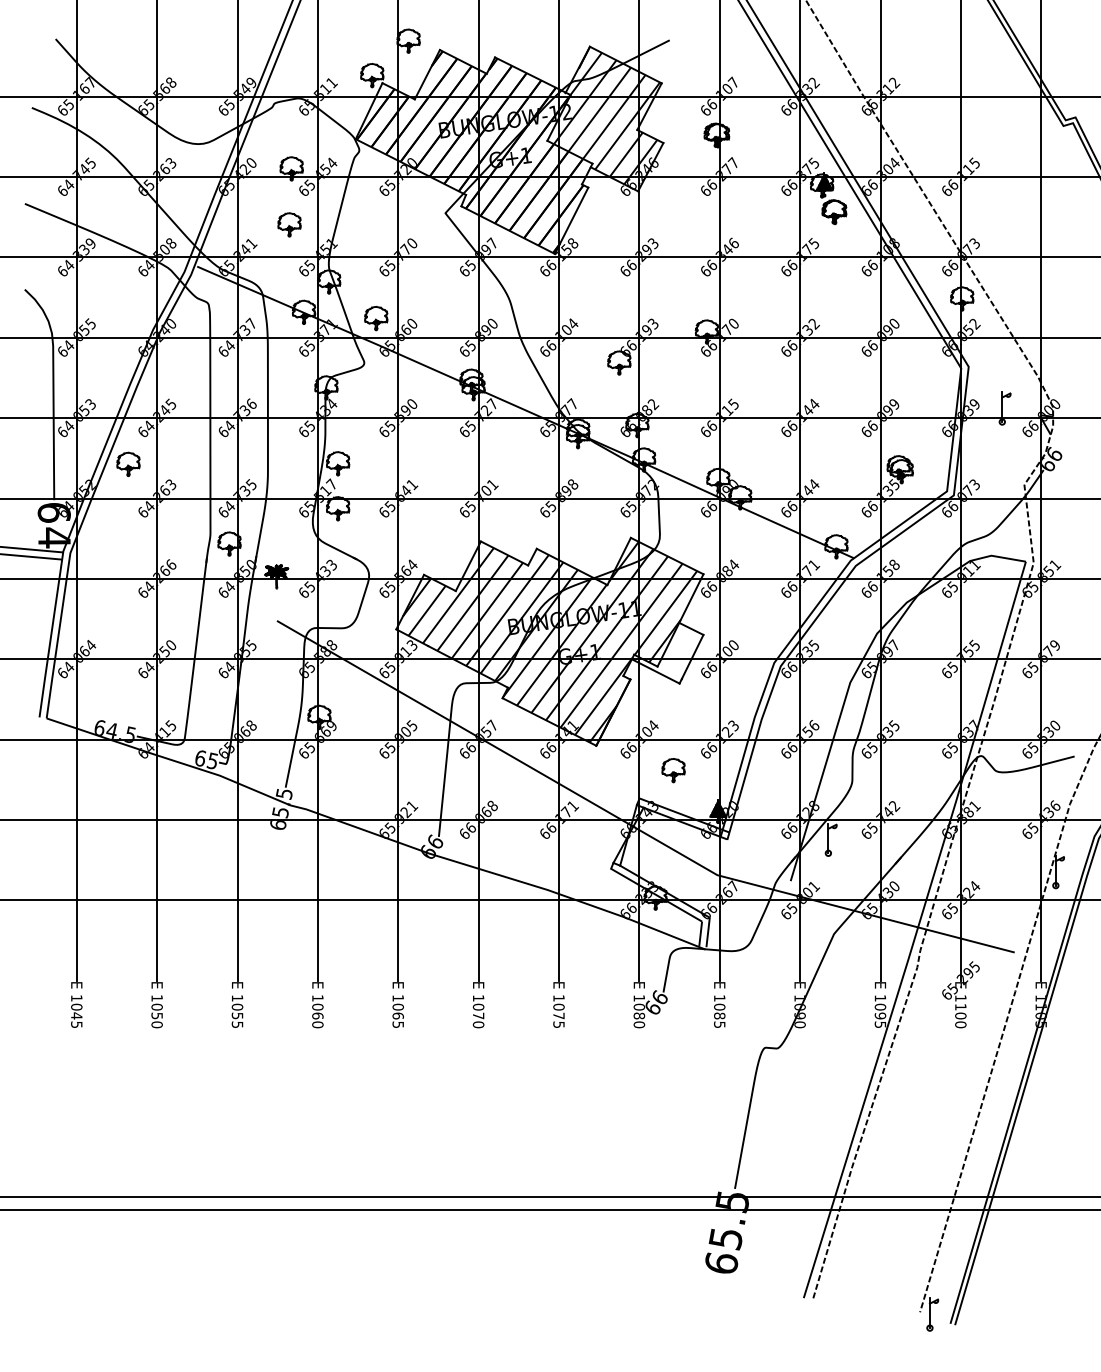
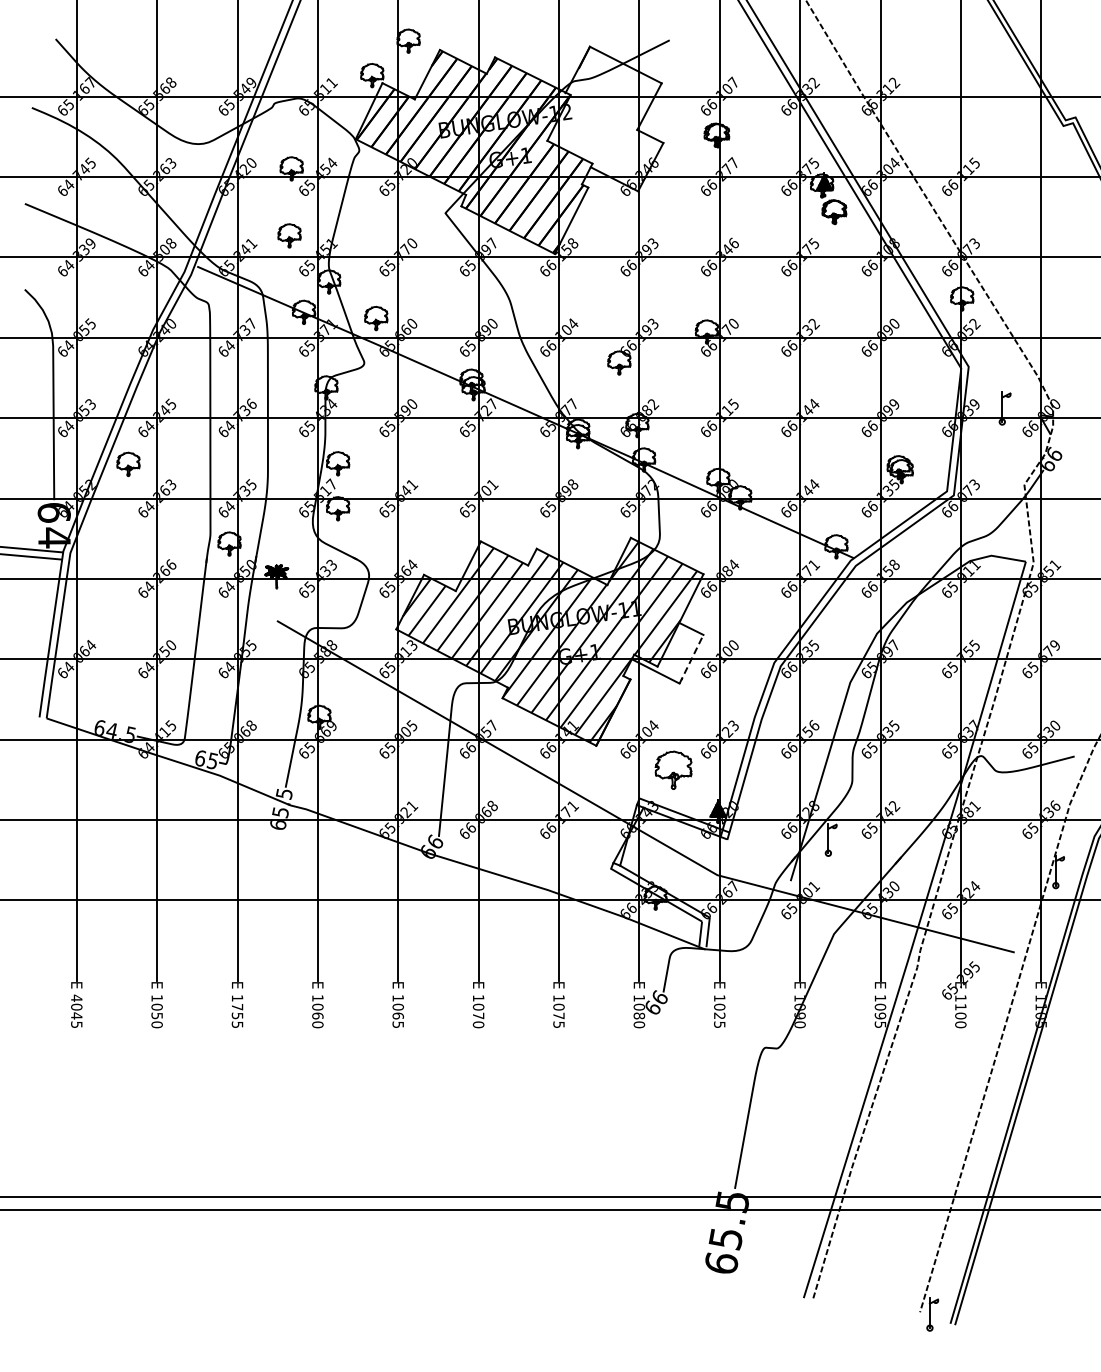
hatch at (606, 118): present -> none
part at (289, 224) position: (289, 224) -> (289, 235)
line at (691, 658): solid -> dashed
part at (673, 770) size: 25x26 px -> 39x40 px
text at (76, 997): 1045 -> 4045
text at (237, 1006): 1055 -> 1755
text at (719, 1015): 1085 -> 1025
